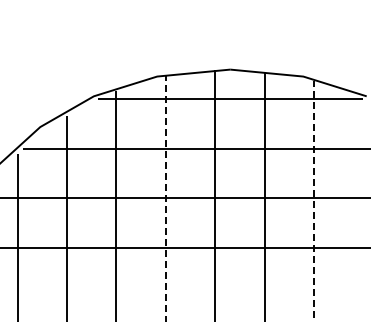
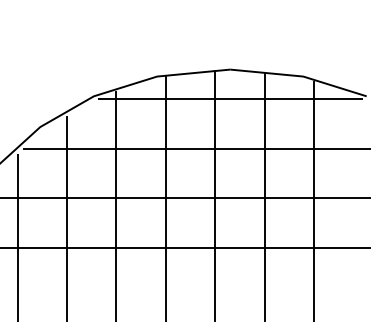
line at (165, 199): dashed -> solid
line at (314, 201): dashed -> solid
